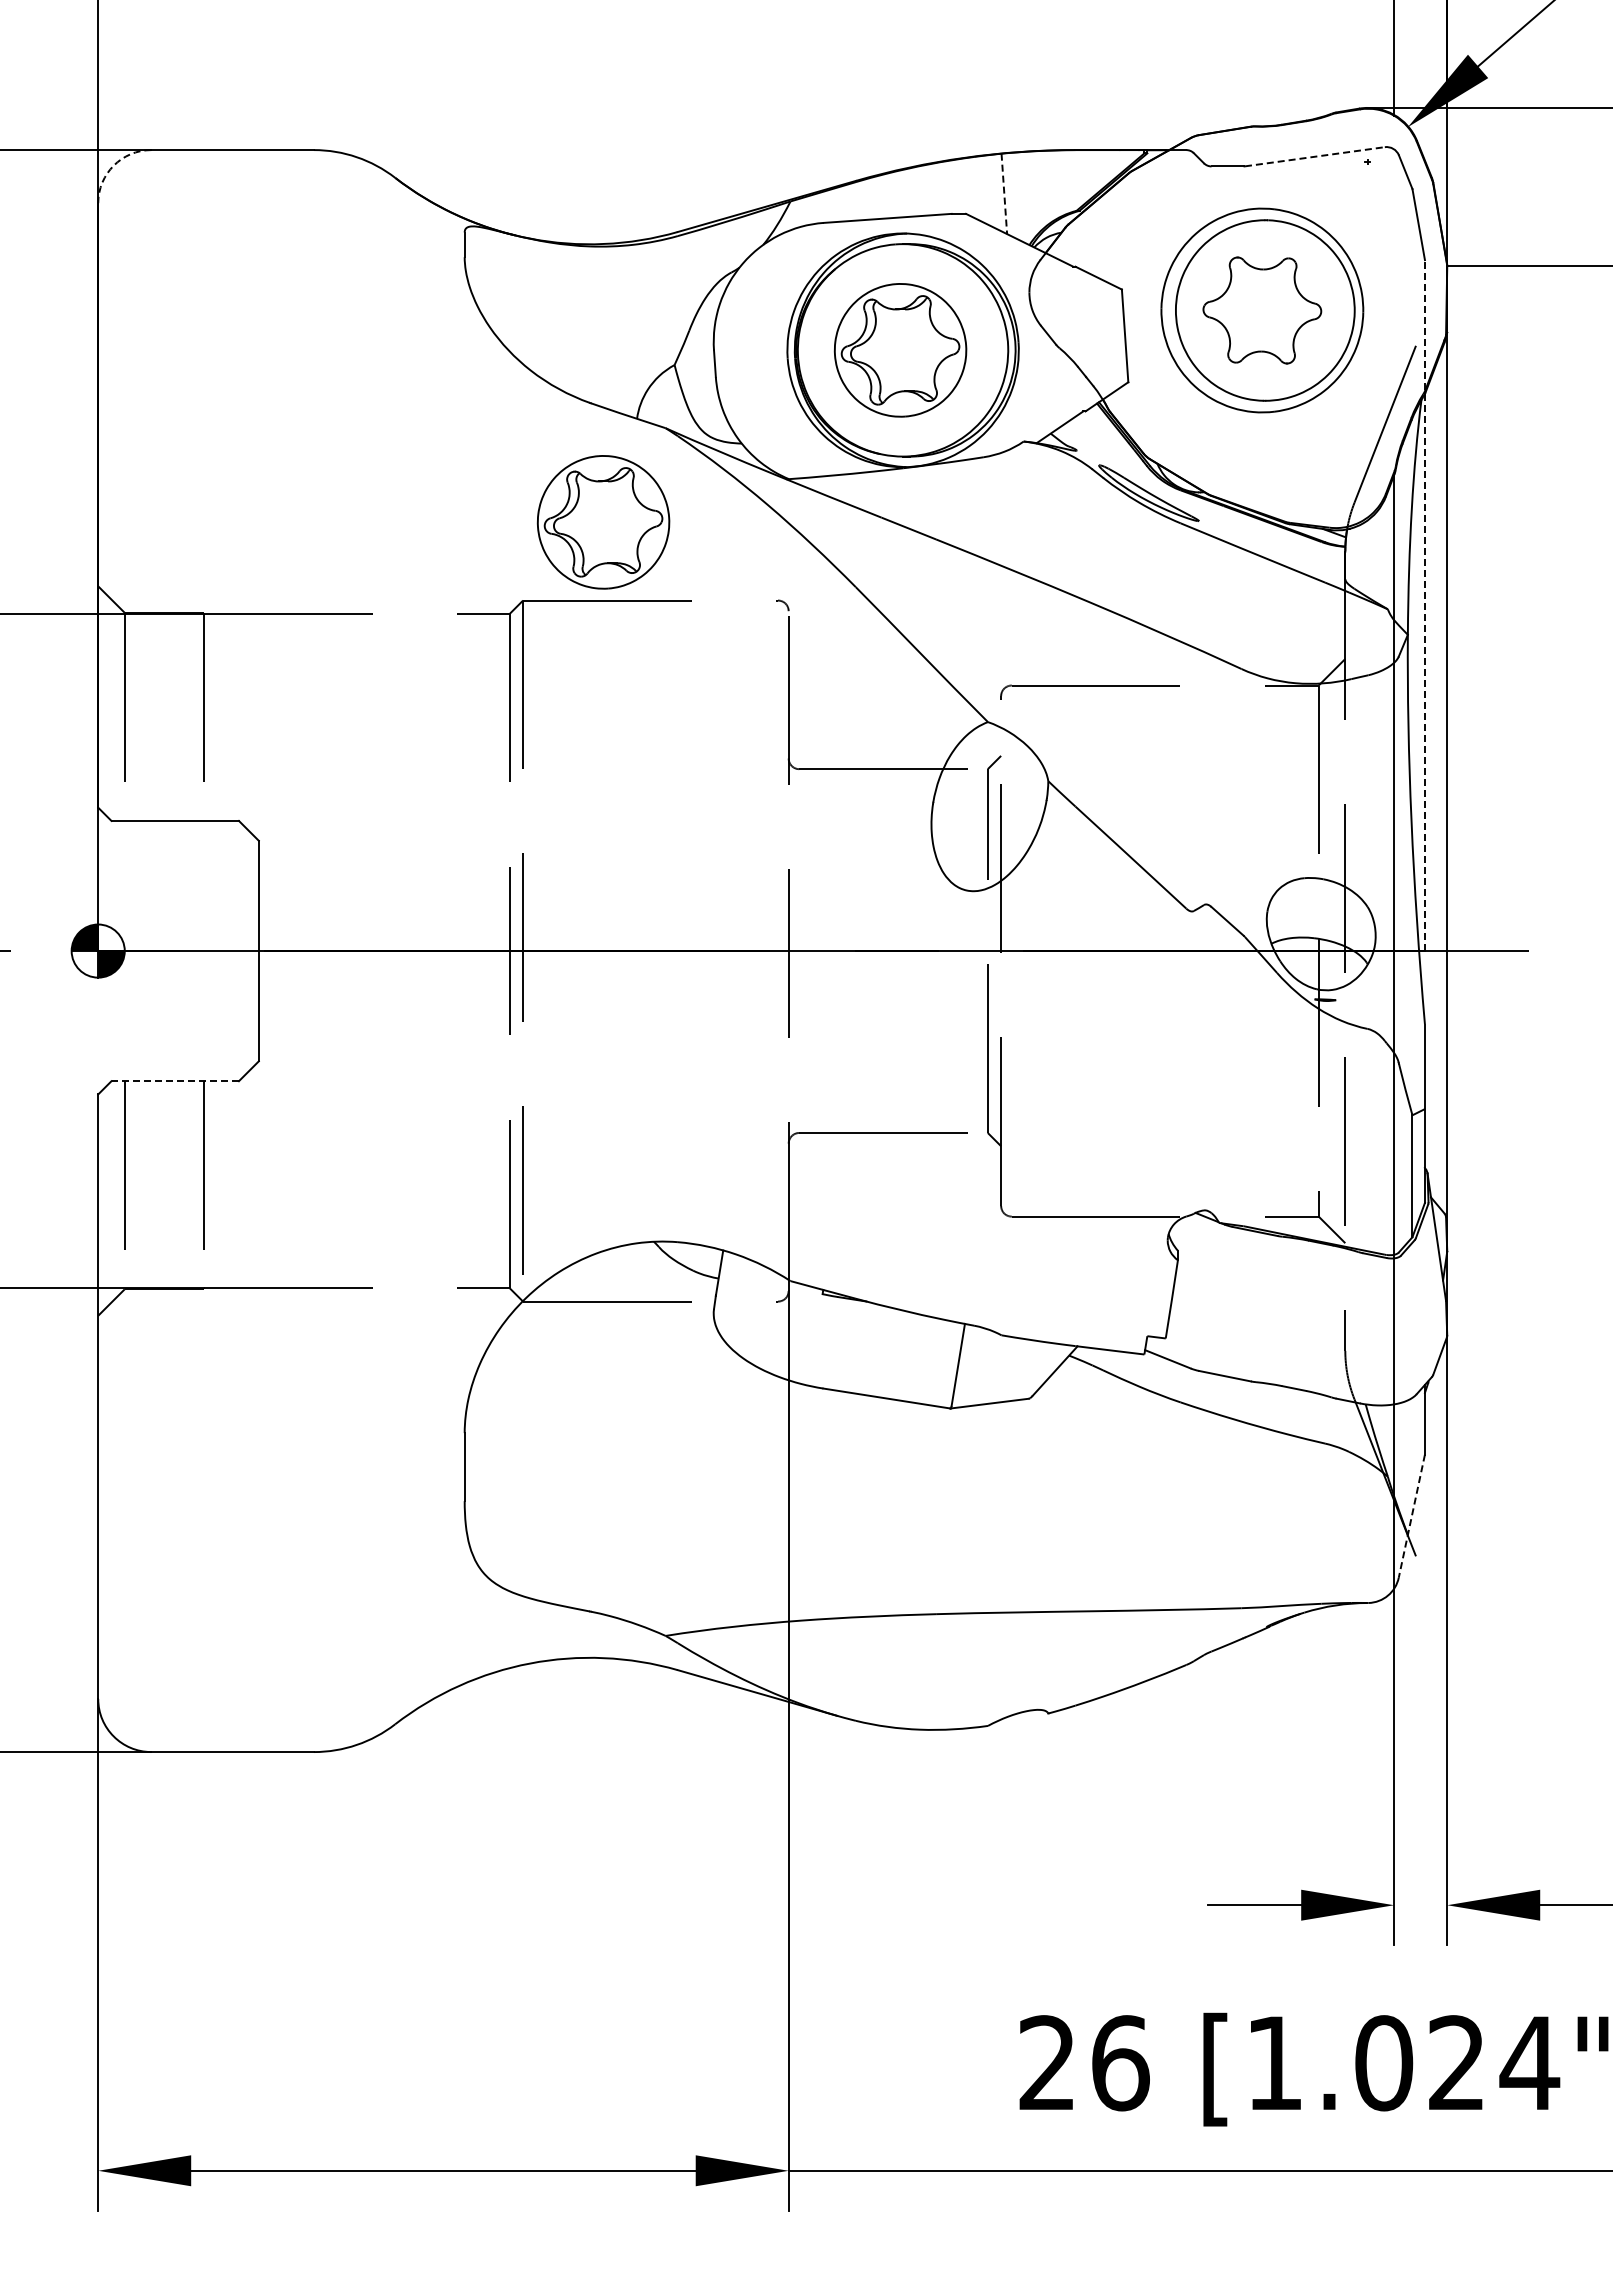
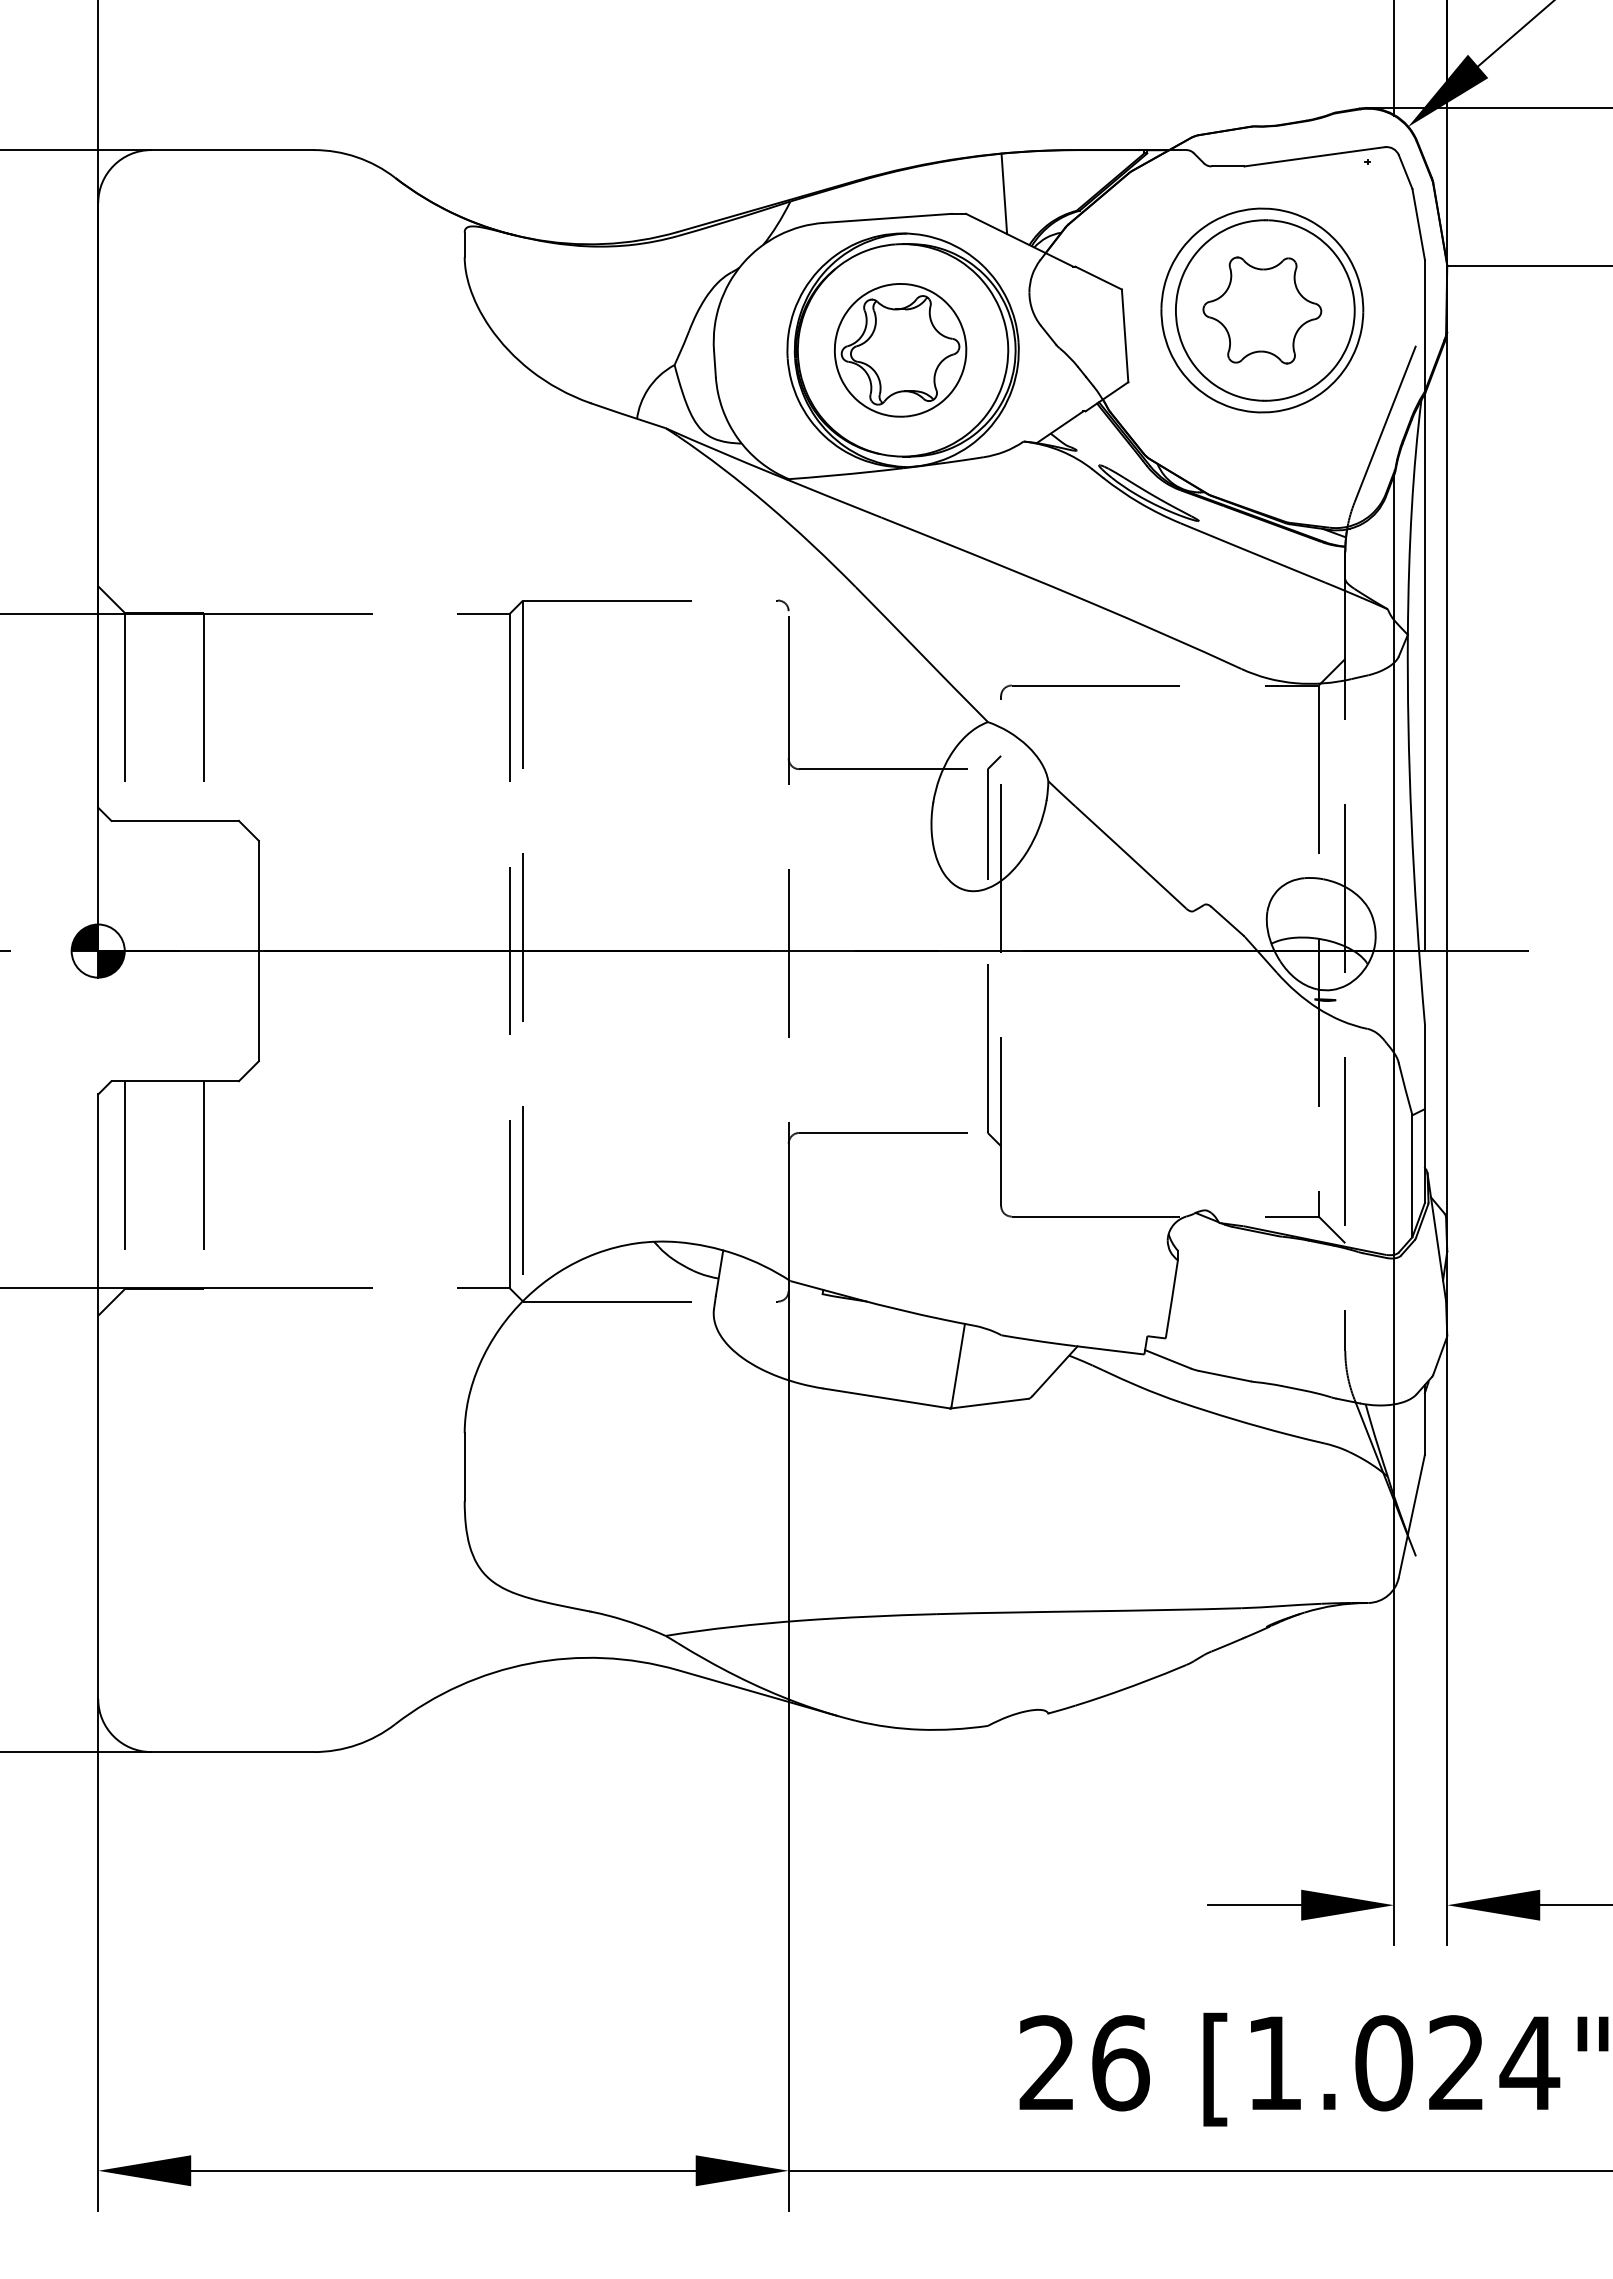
line at (1314, 156): dashed -> solid
arc at (113, 165): dashed -> solid
line at (1004, 194): dashed -> solid
part at (603, 522): present -> none
line at (1424, 605): dashed -> solid
line at (175, 1081): dashed -> solid
line at (1411, 1516): dashed -> solid
